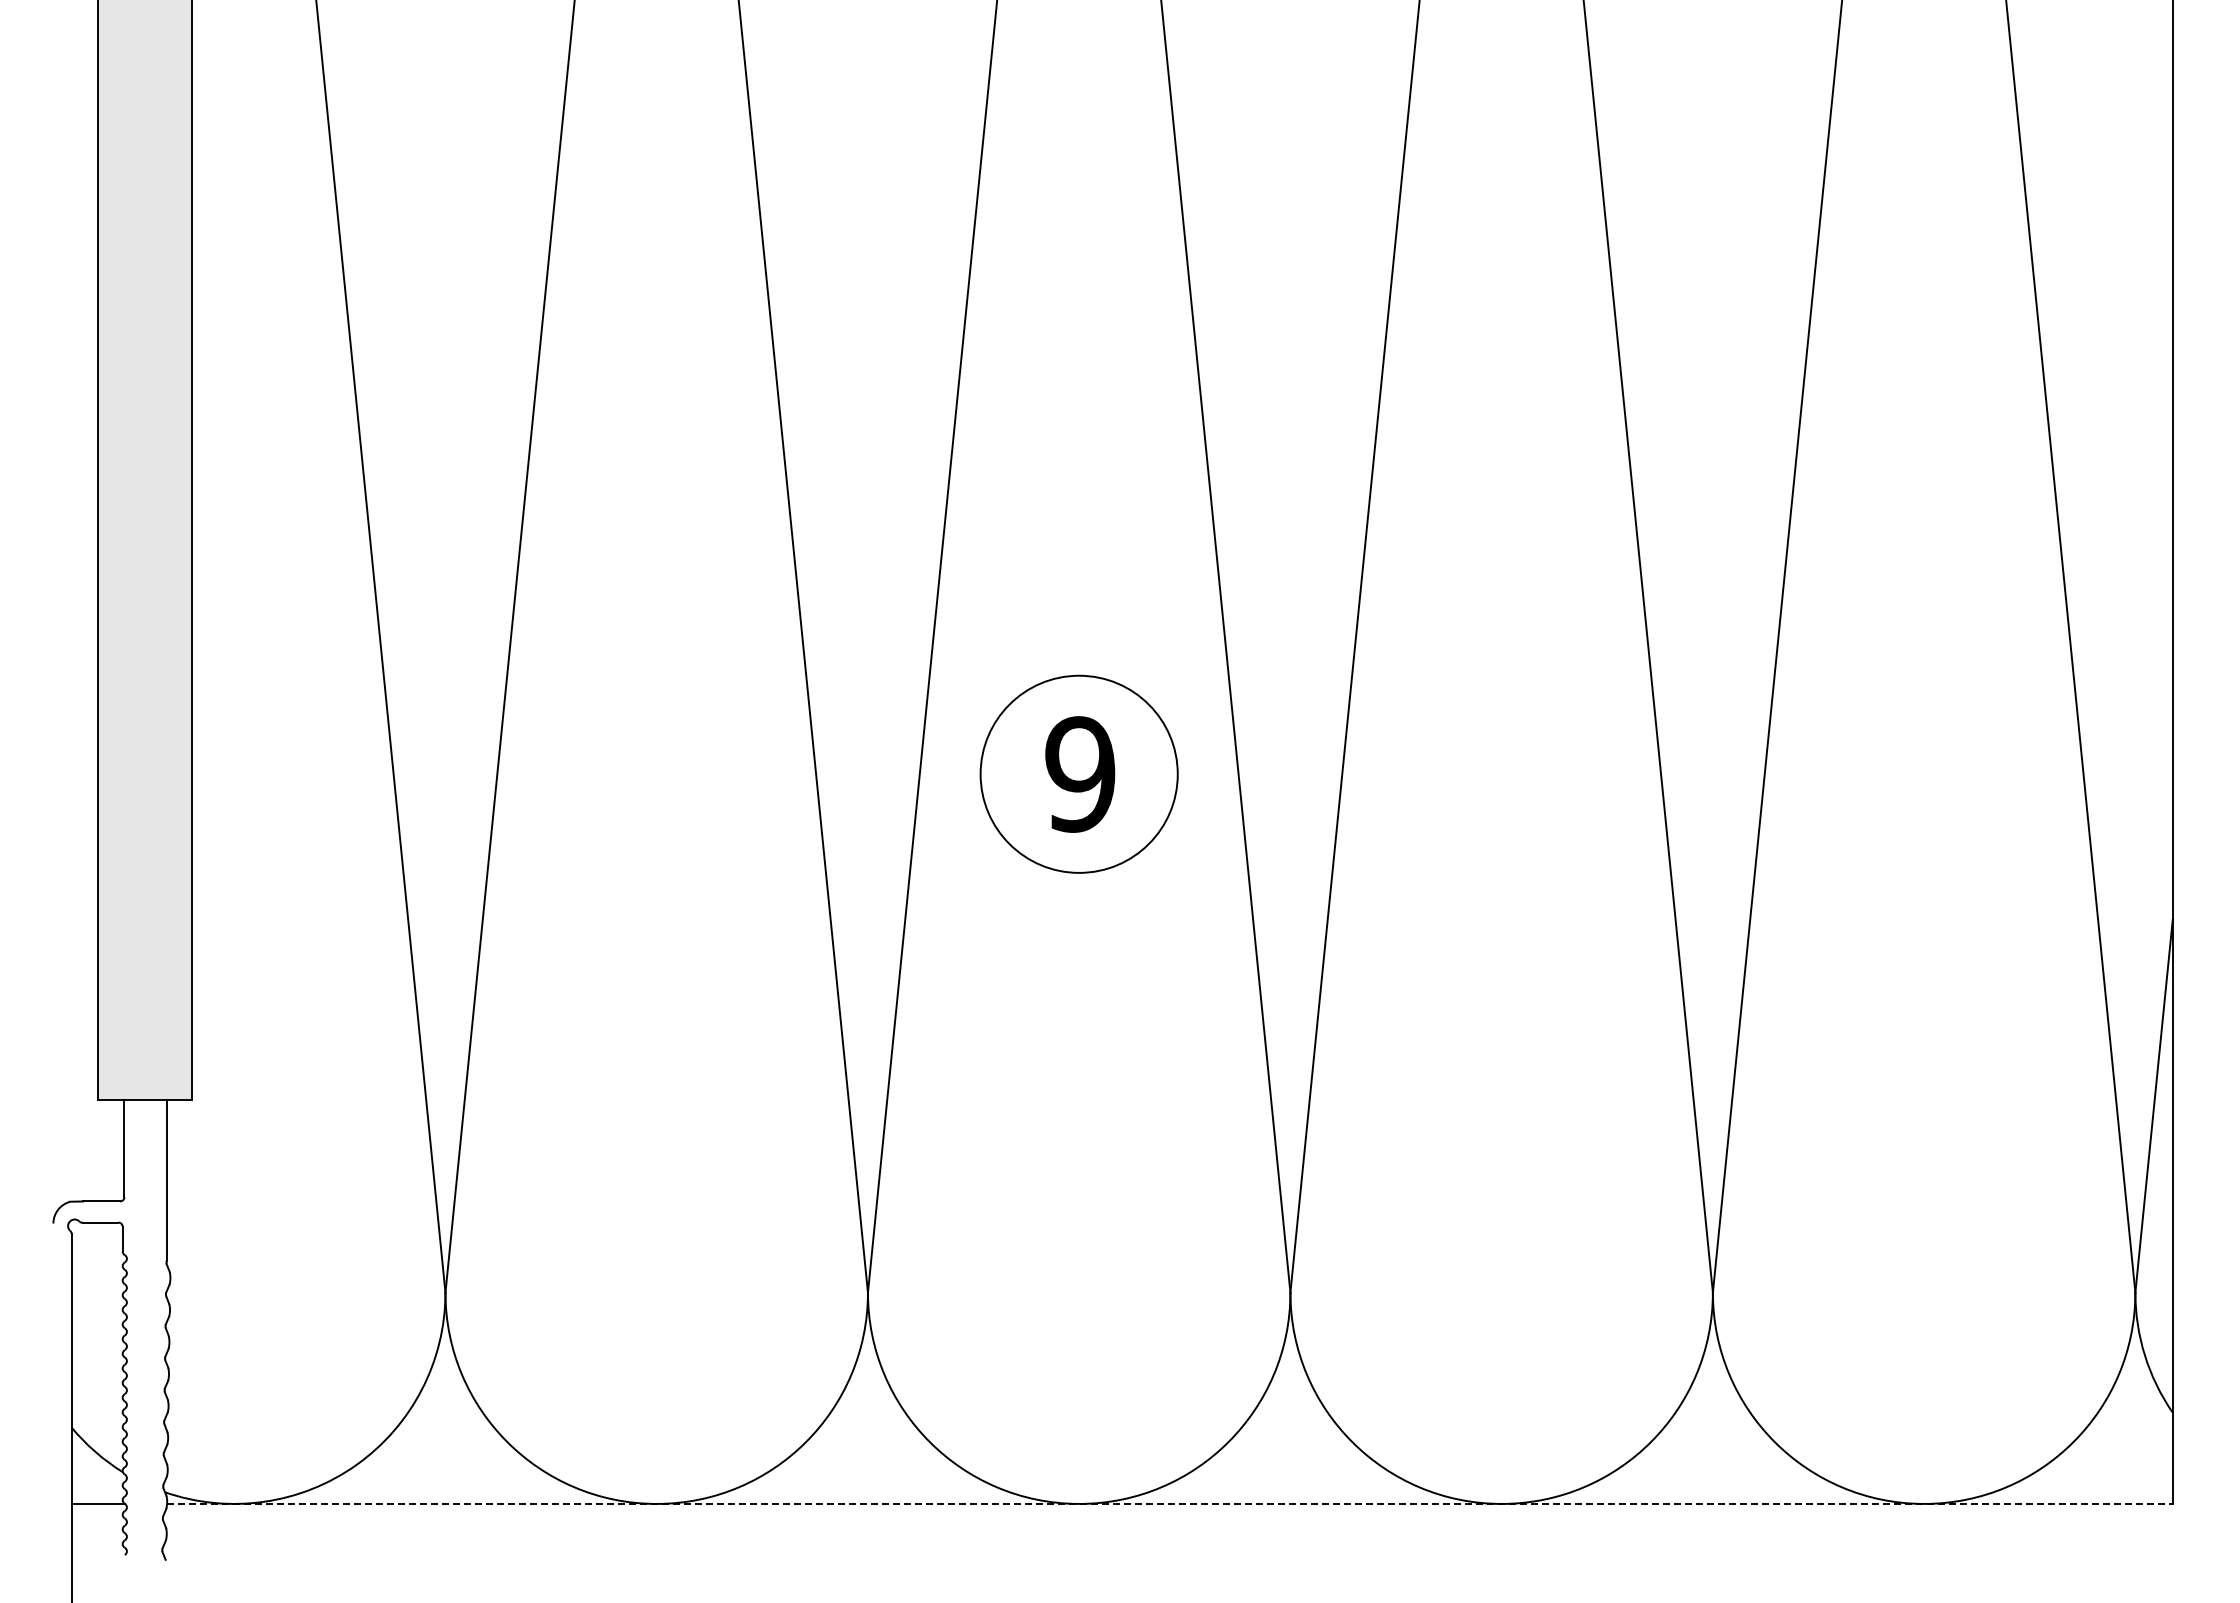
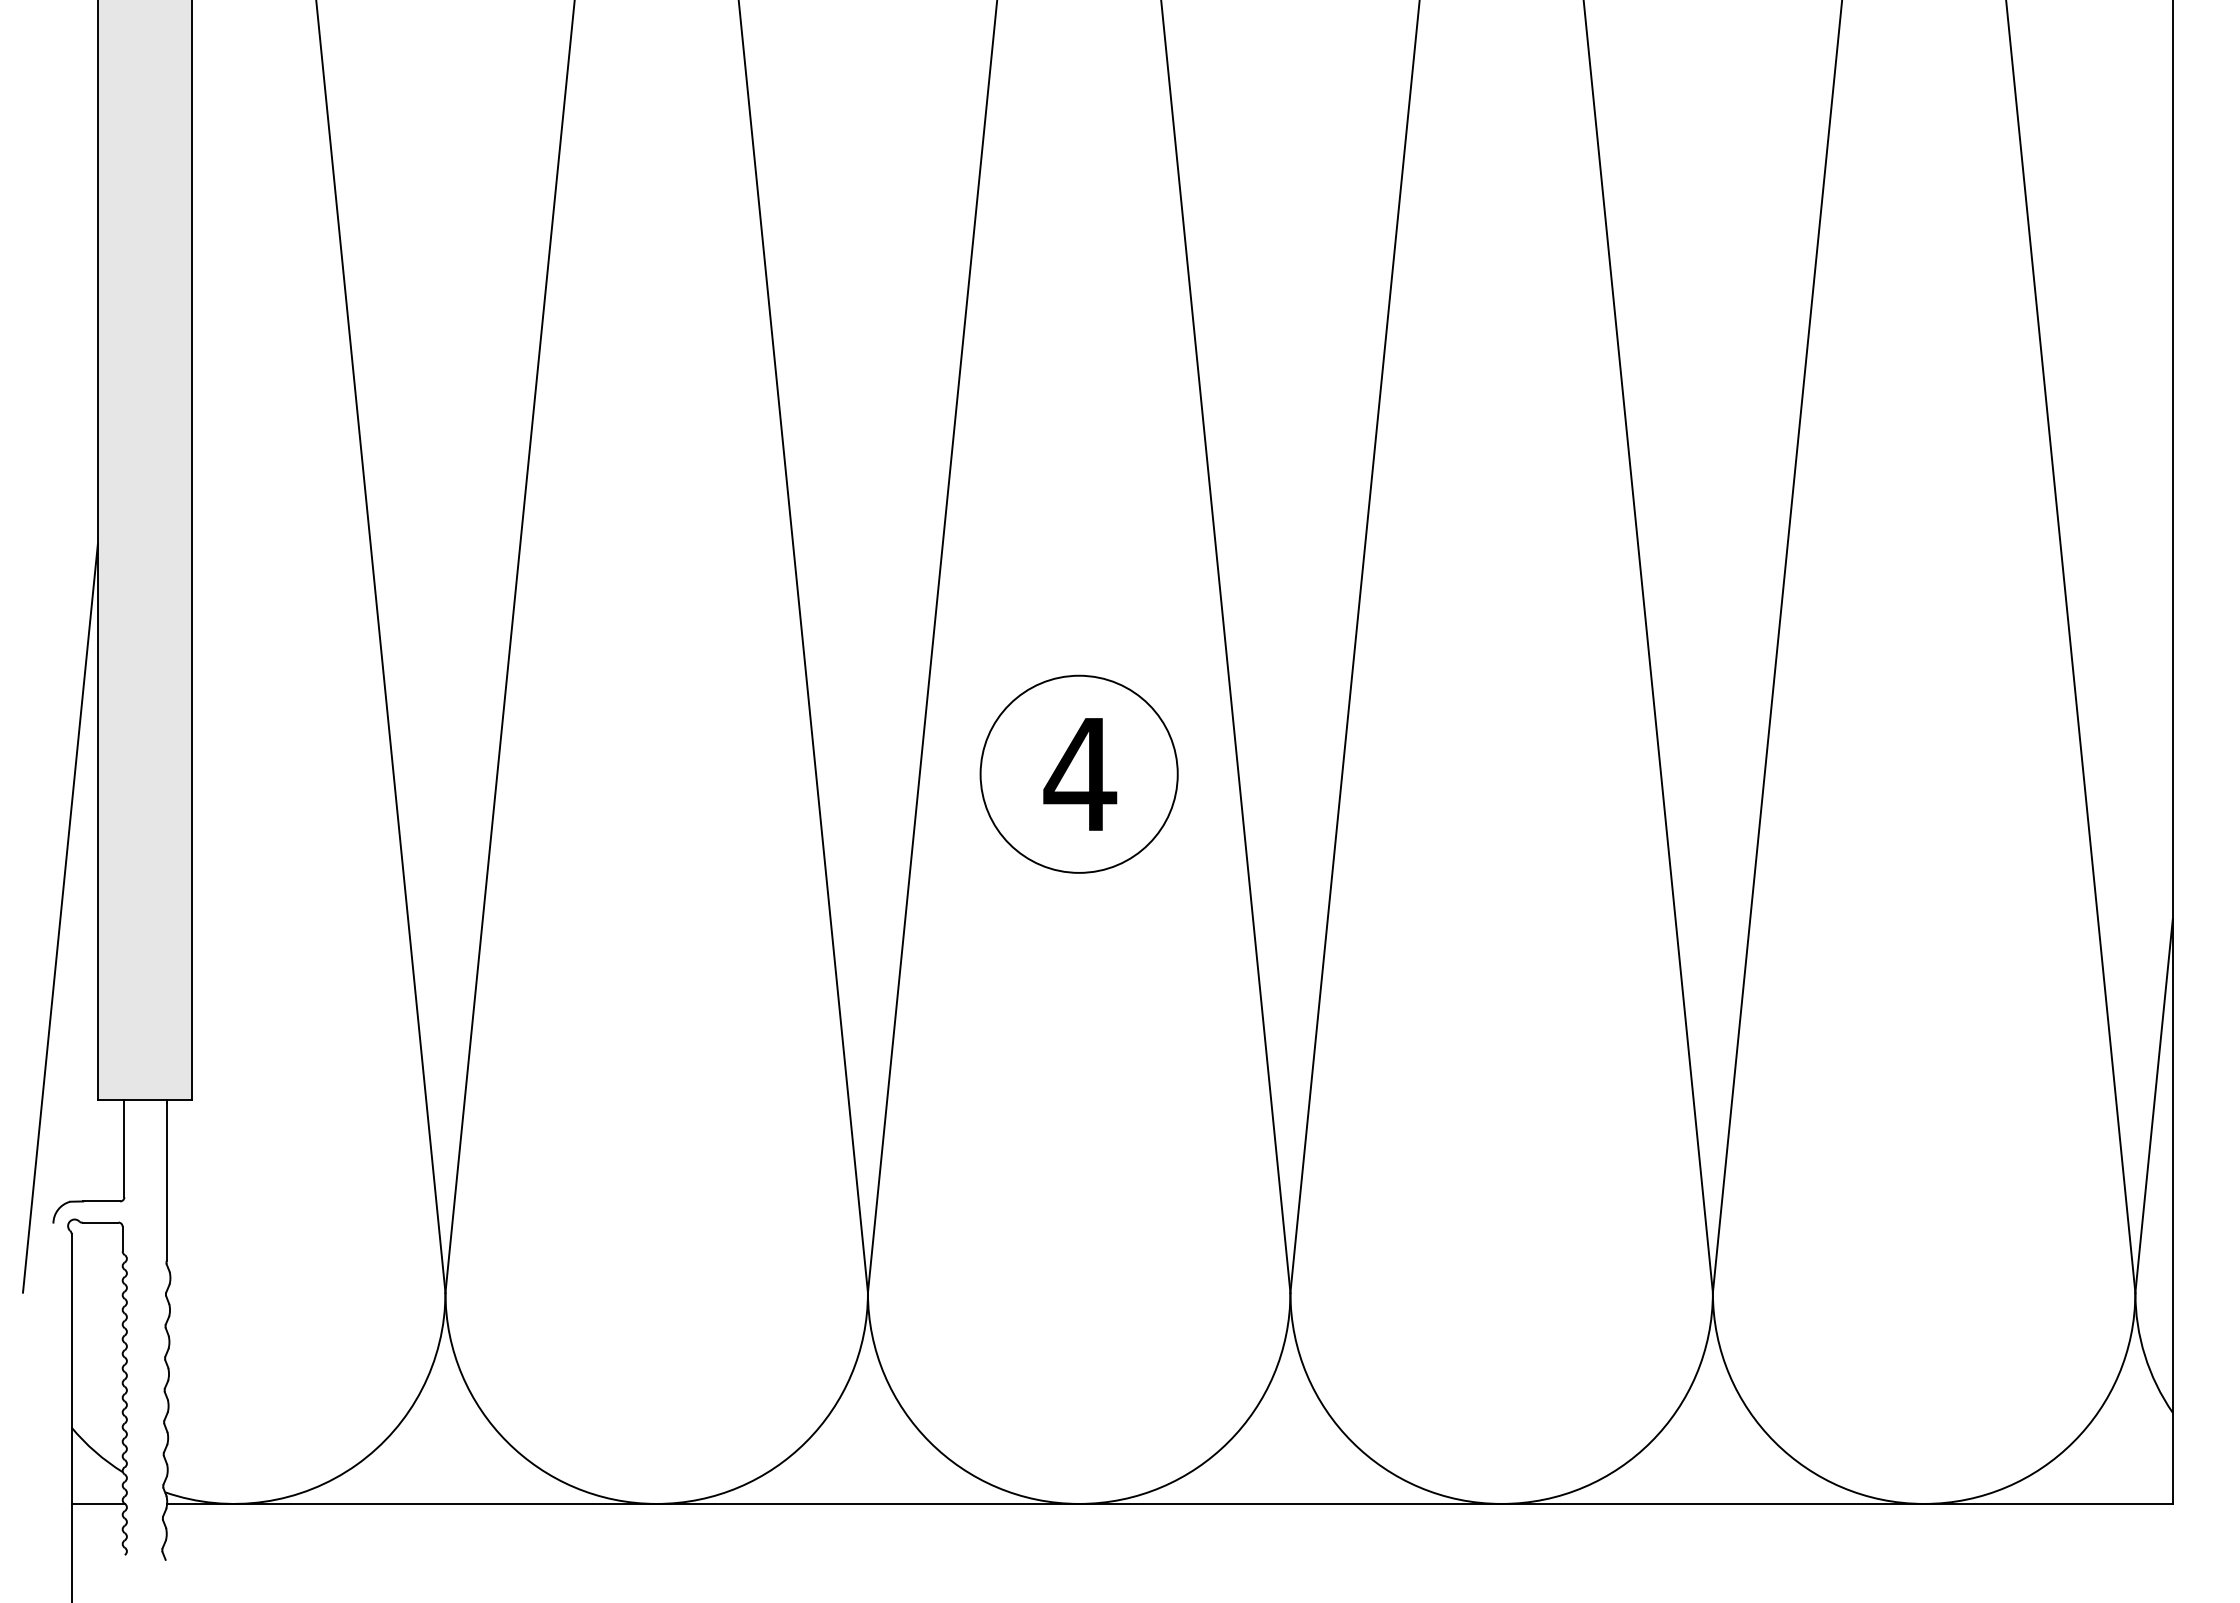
text at (1080, 774): 9 -> 4
line at (60, 917): none -> present
line at (1170, 1503): dashed -> solid
